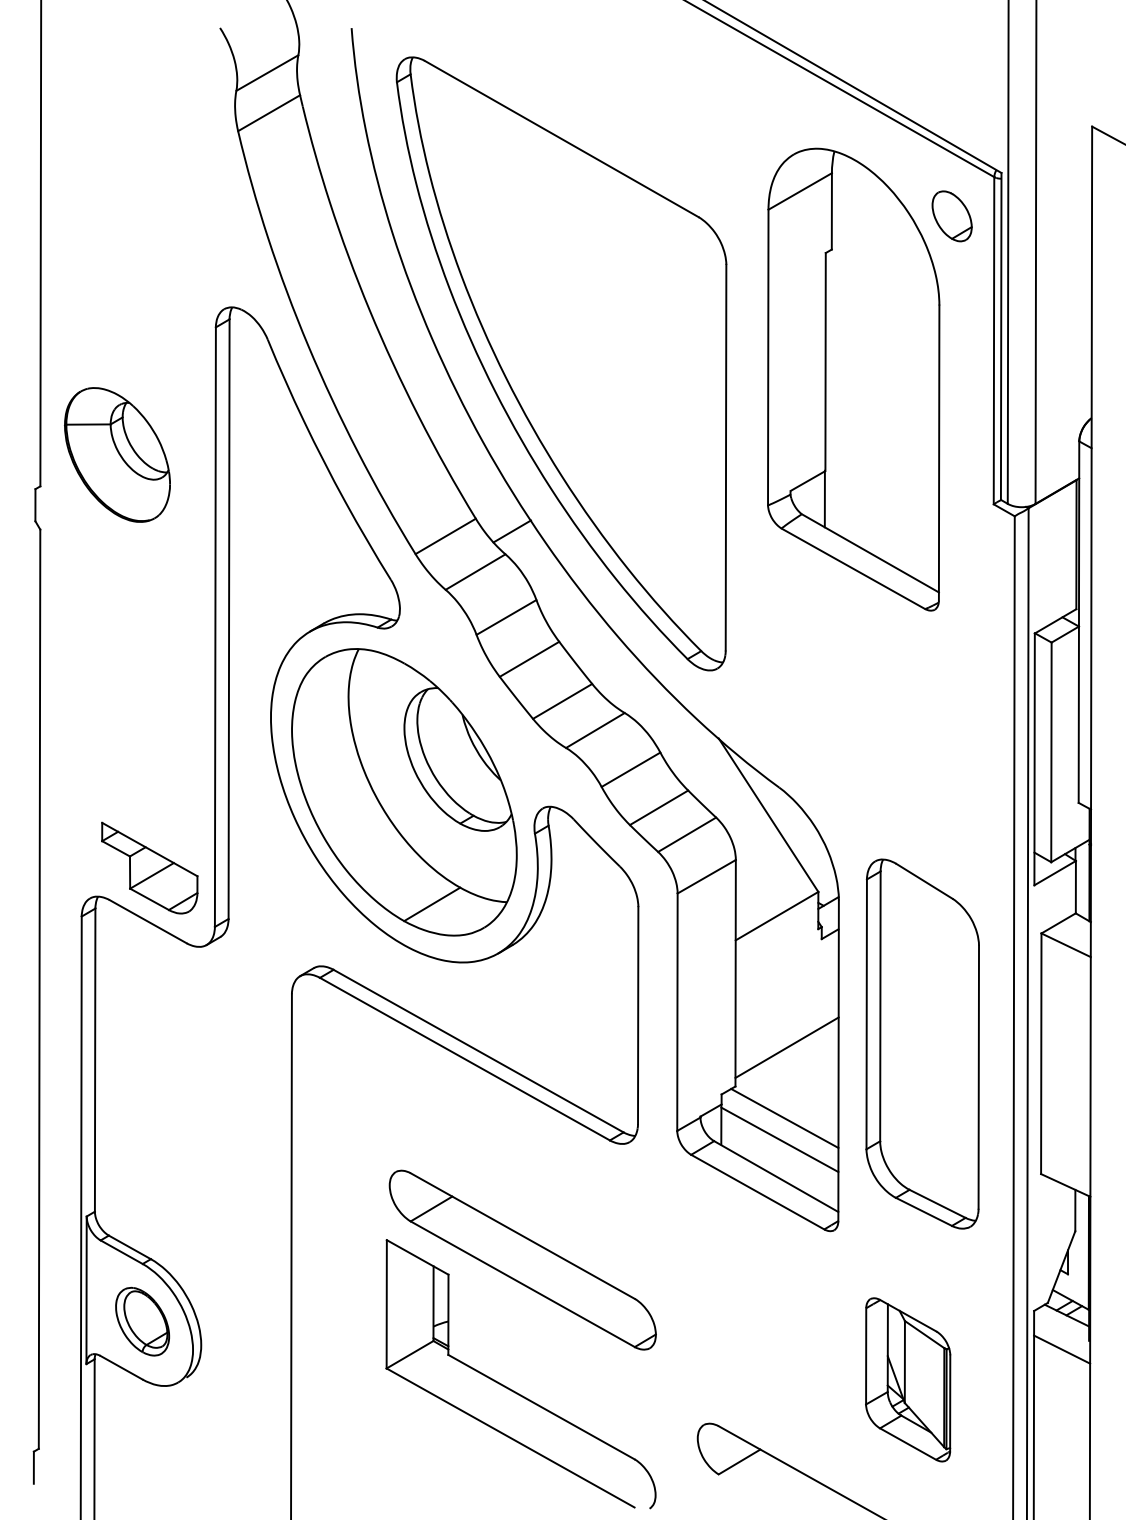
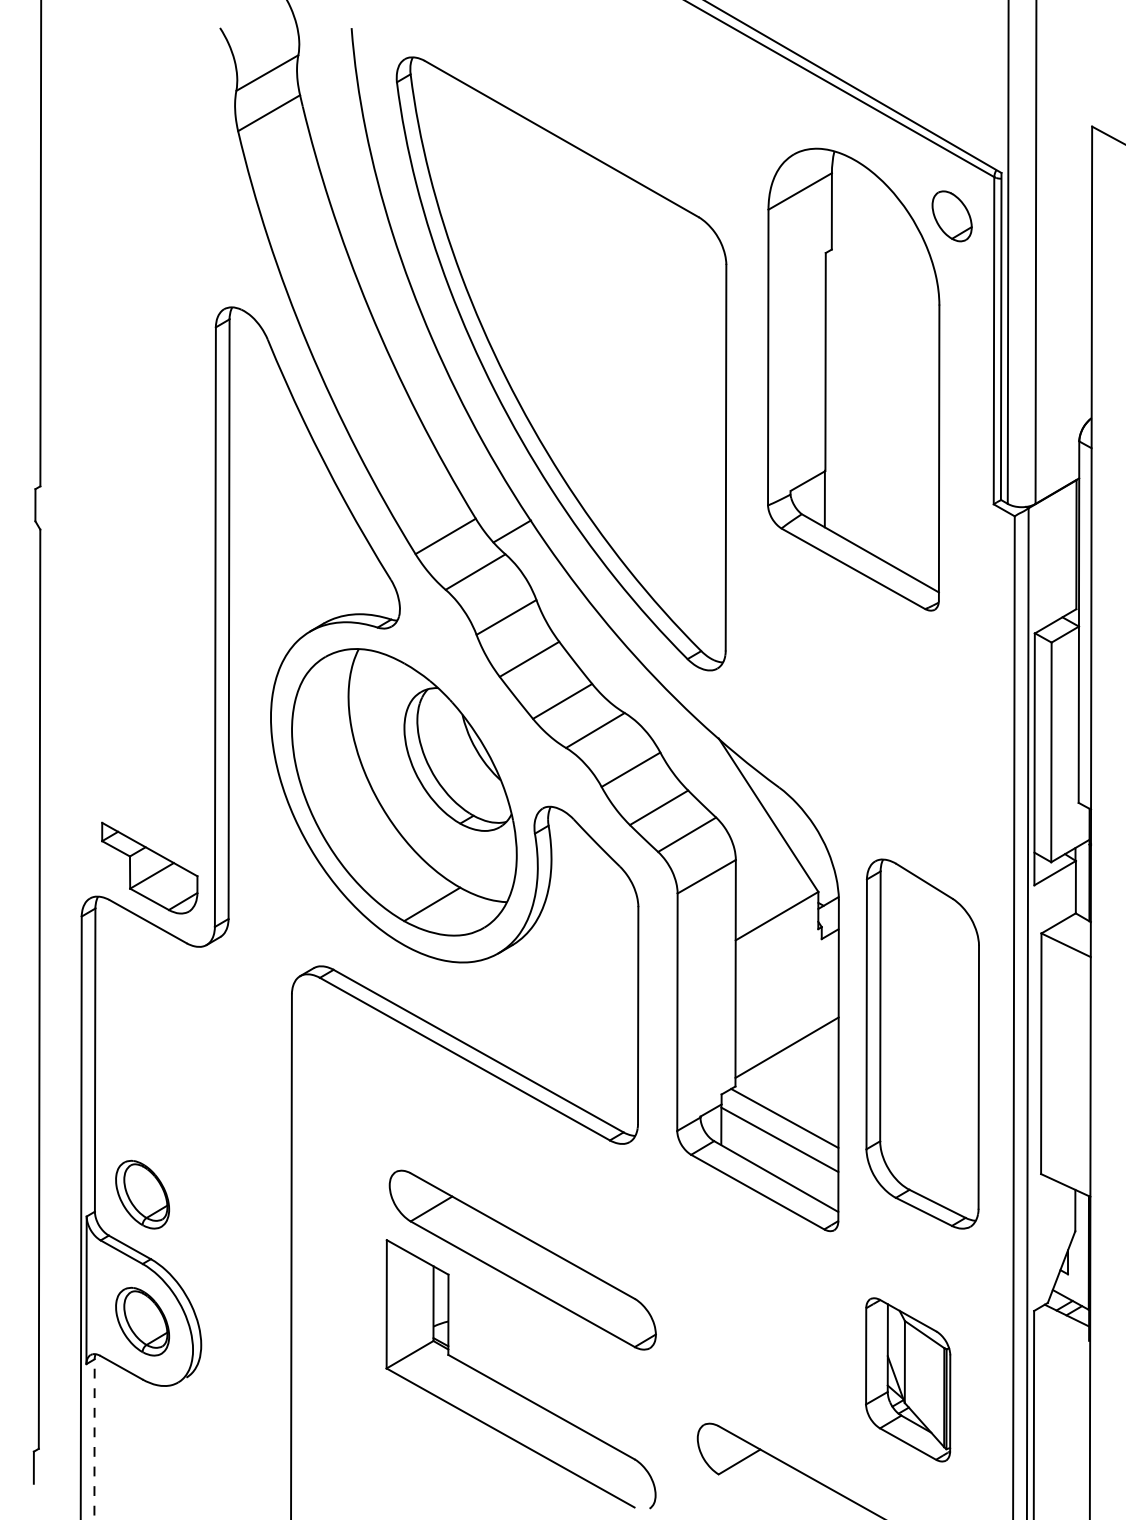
part at (117, 454): present -> none
part at (142, 1194): none -> present
line at (1062, 1349): present -> none
line at (94, 1439): solid -> dashed
